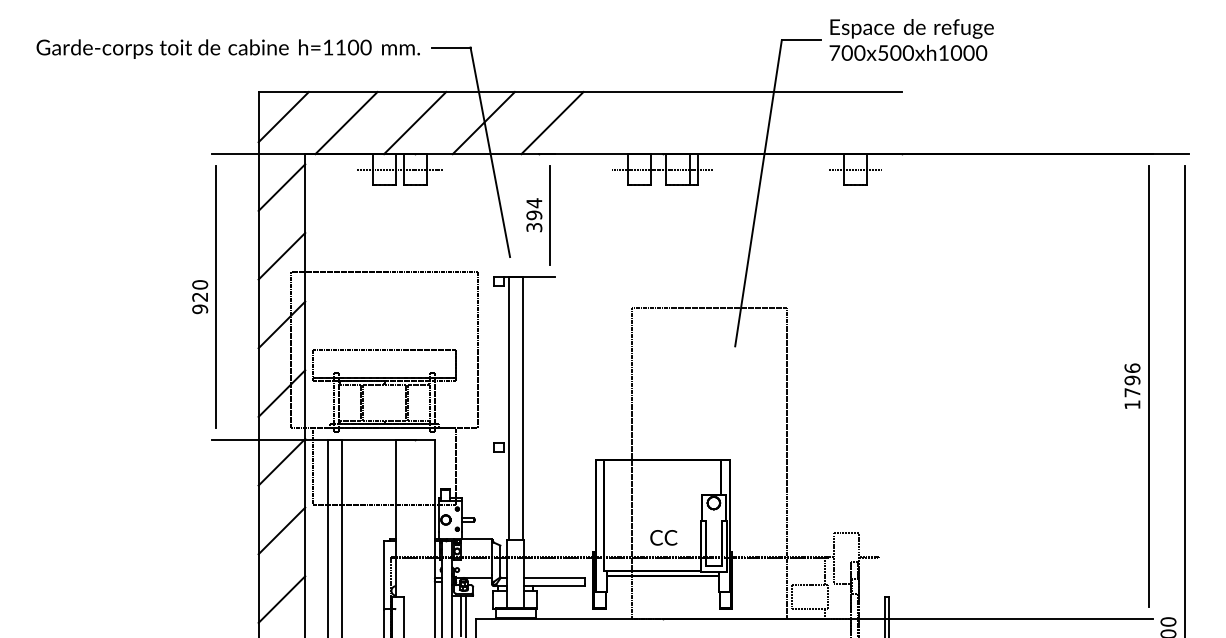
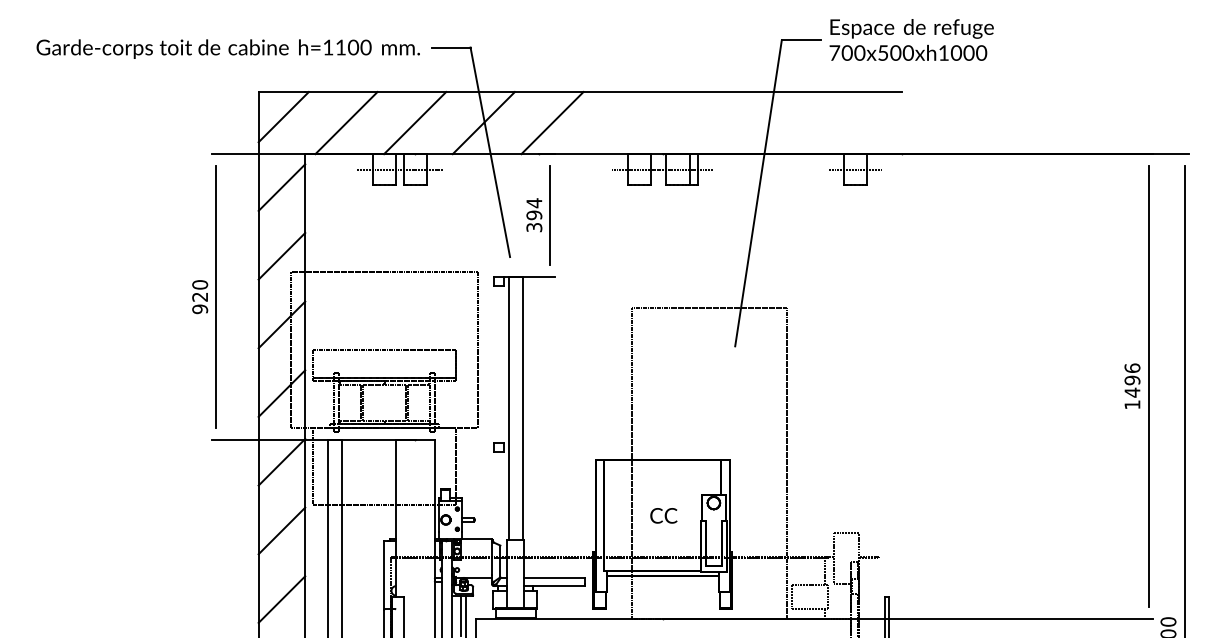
text at (1132, 392): 1796 -> 1496
text at (663, 537) position: (663, 537) -> (663, 515)
